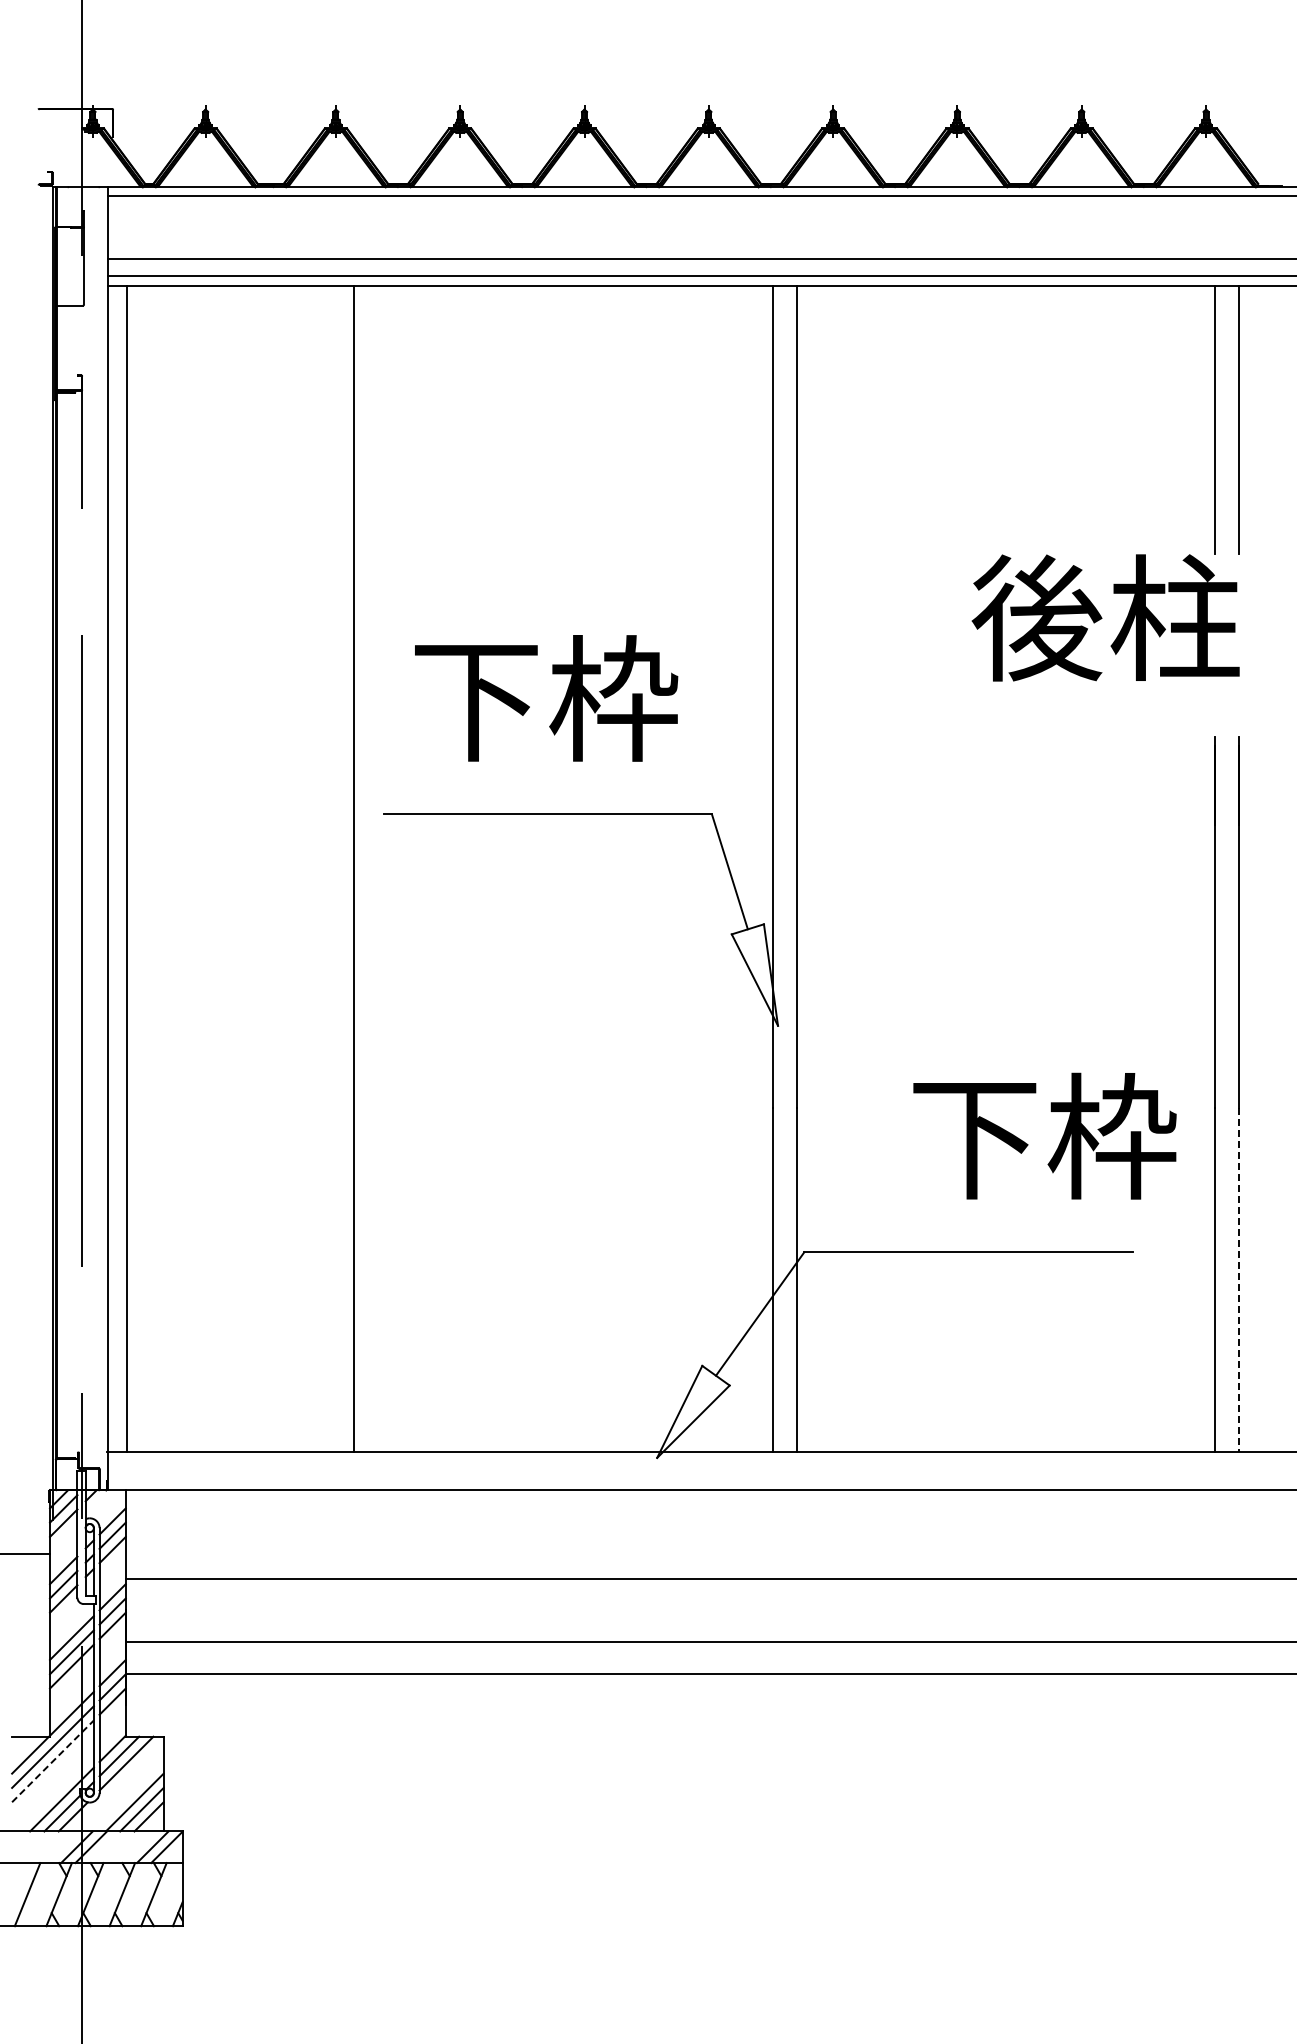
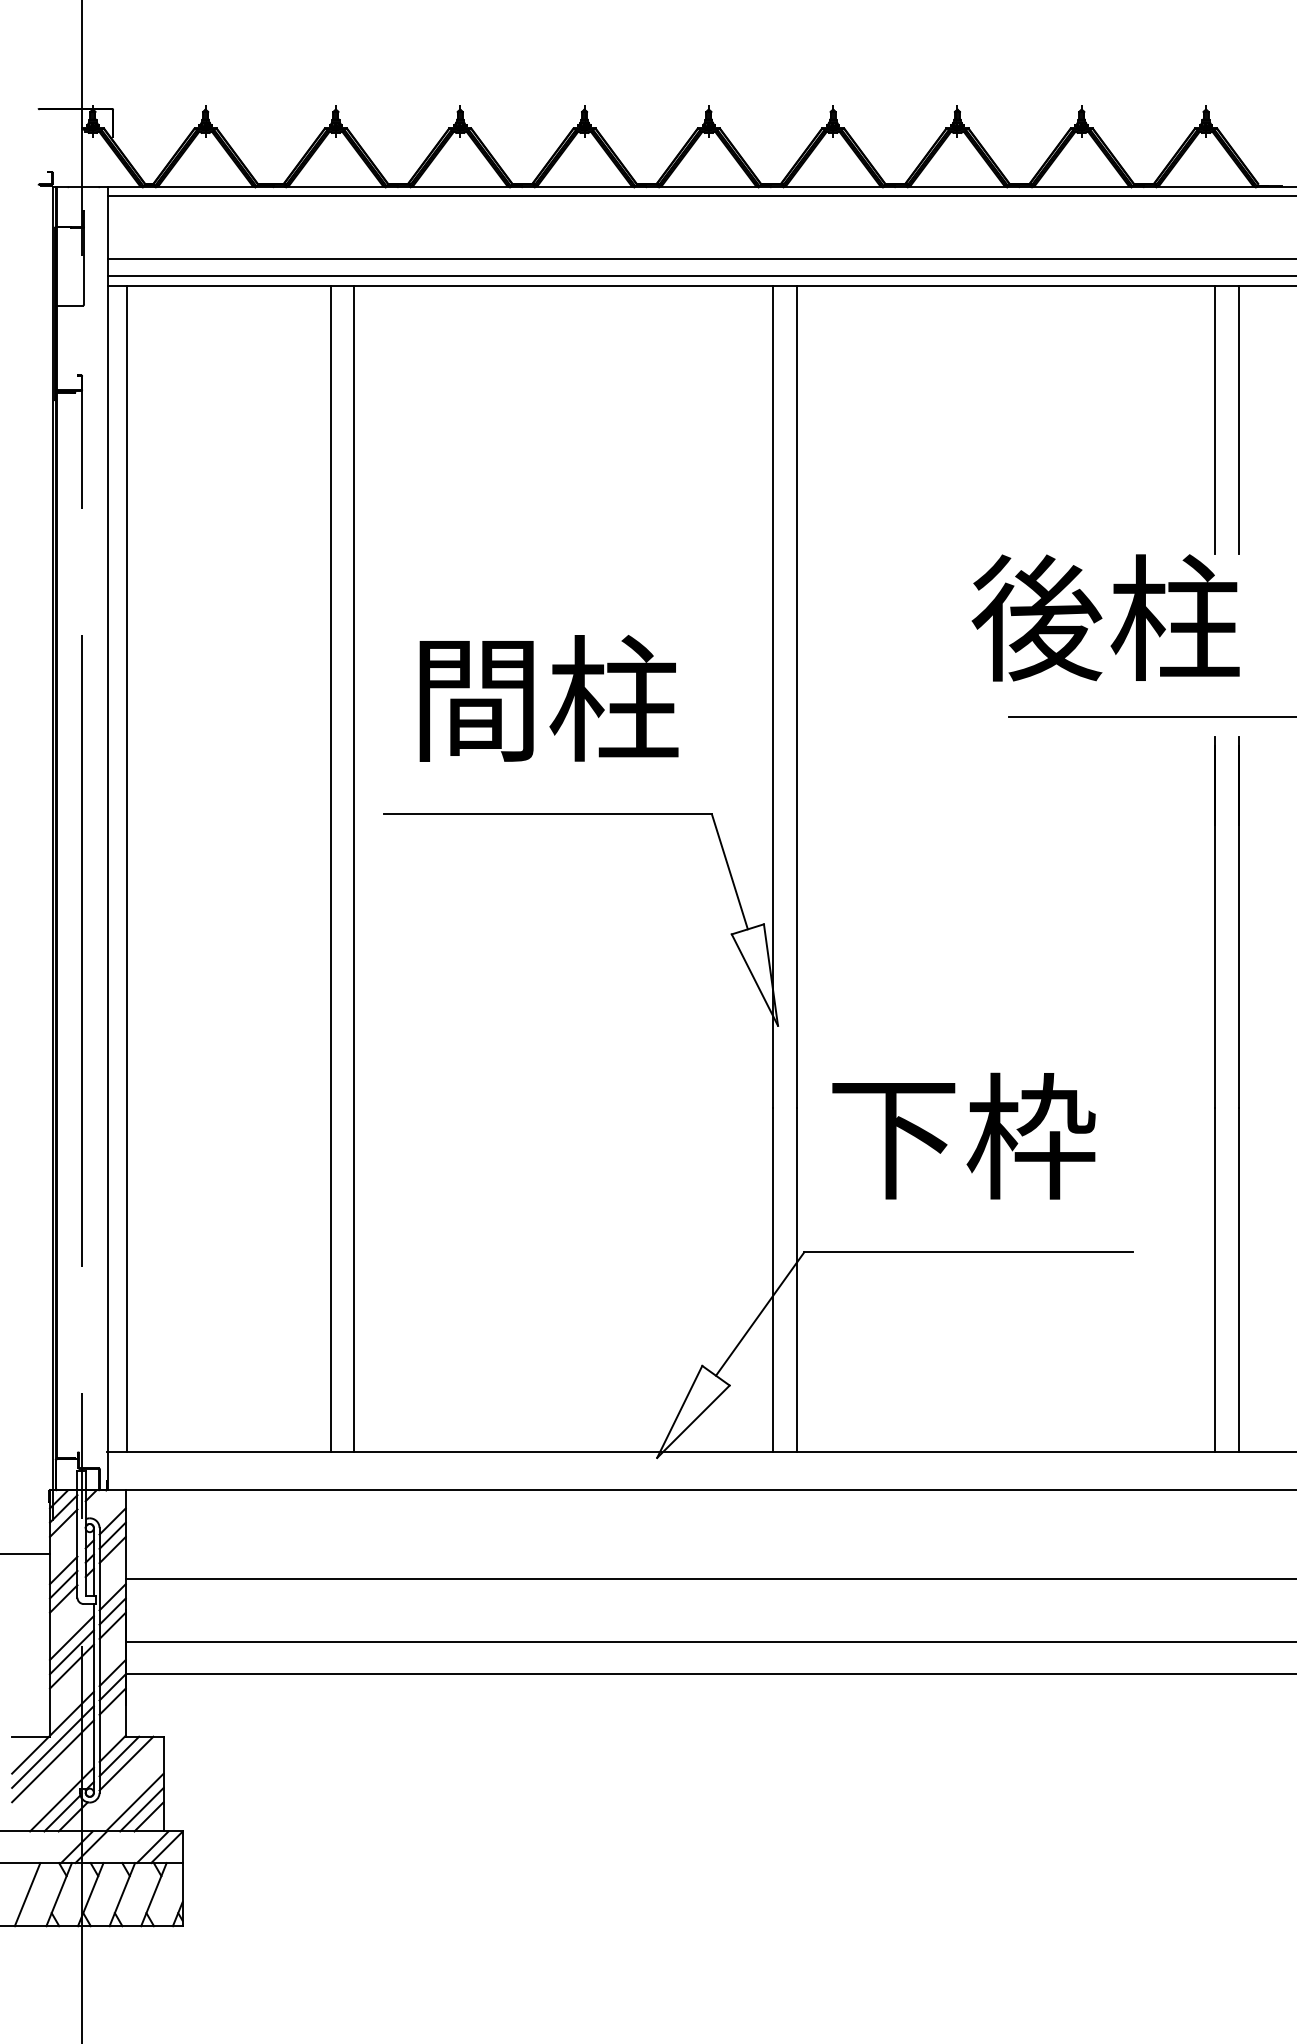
text at (546, 697): 下枠 -> 間柱
line at (1150, 717): none -> present
line at (331, 868): none -> present
text at (1044, 1135) position: (1044, 1135) -> (963, 1135)
line at (1238, 1280): dashed -> solid
line at (53, 1761): dashed -> solid
